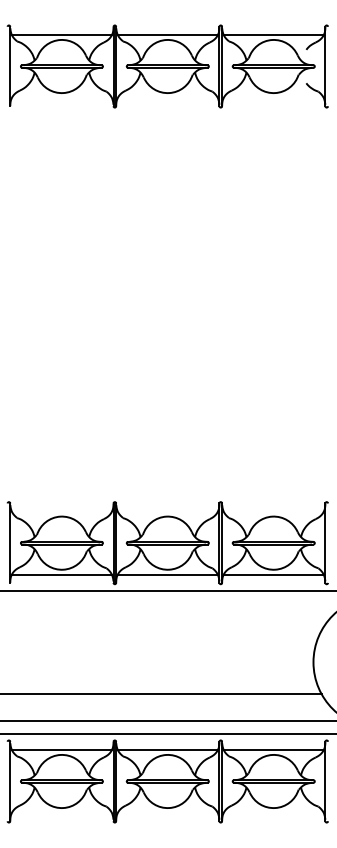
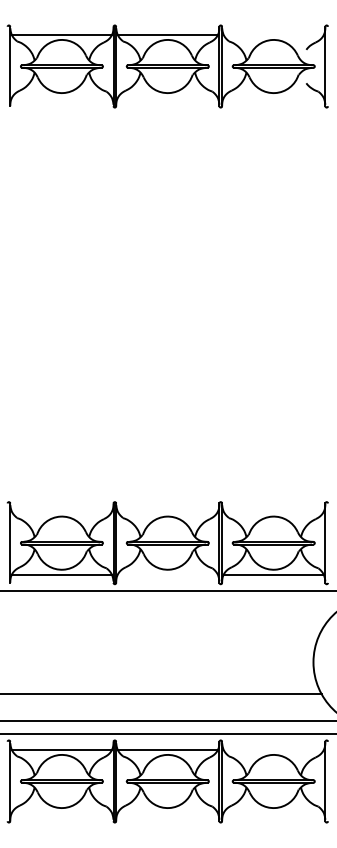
line at (273, 34): present -> none
line at (167, 574): present -> none
line at (273, 749): present -> none
